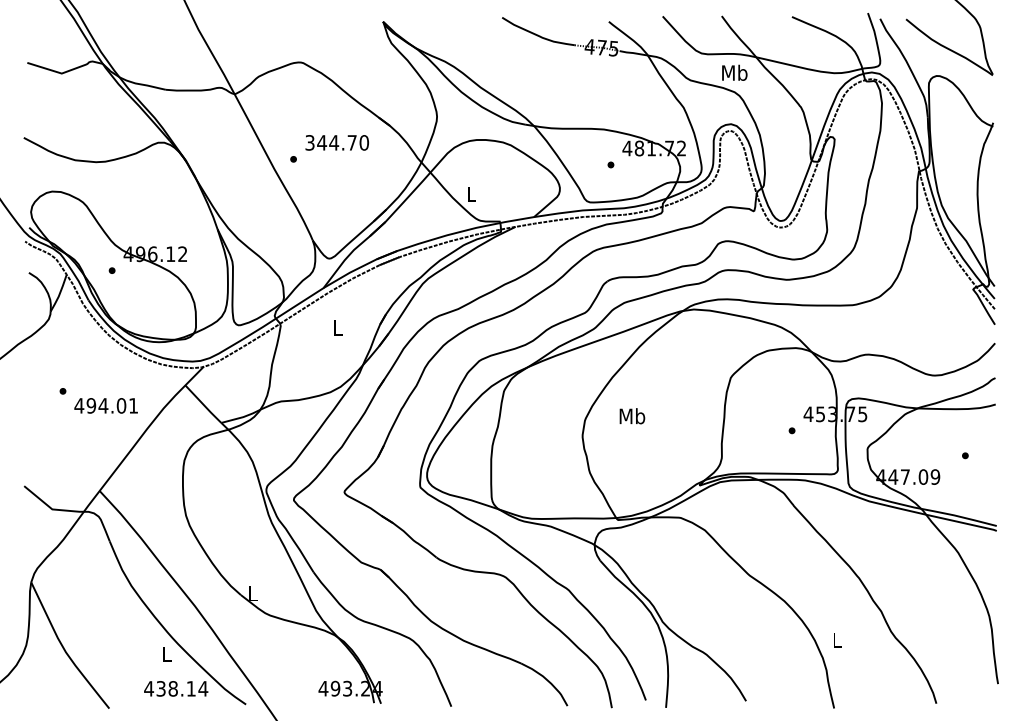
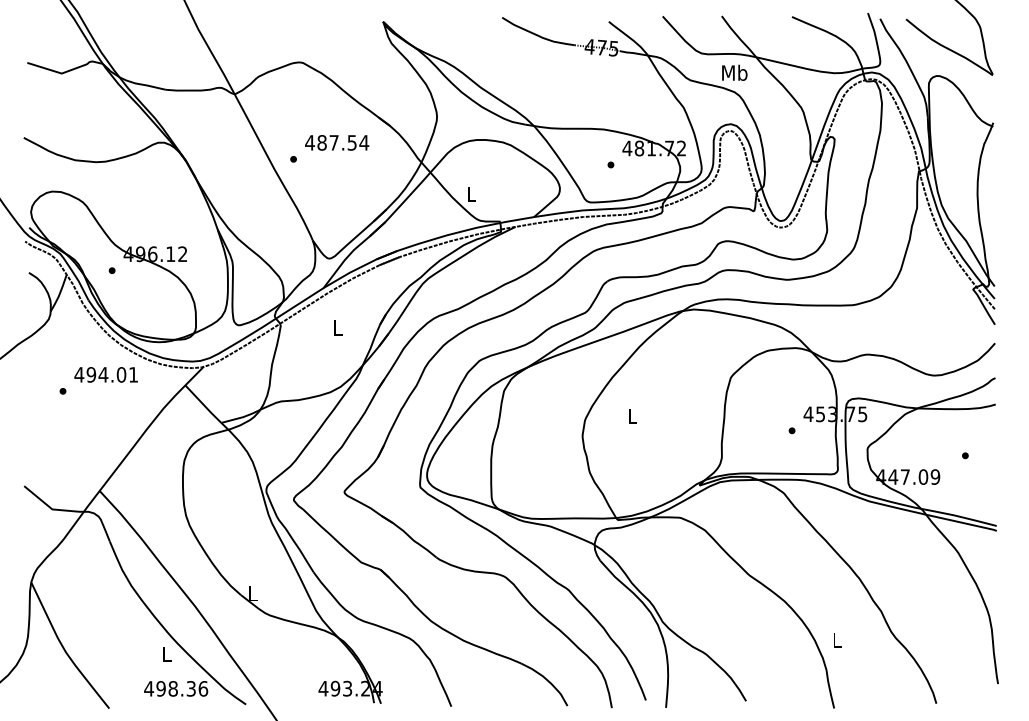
text at (337, 142): 344.70 -> 487.54
text at (105, 405) position: (105, 405) -> (105, 374)
text at (632, 416): Mb -> L
text at (182, 688): 438.14 -> 498.36
